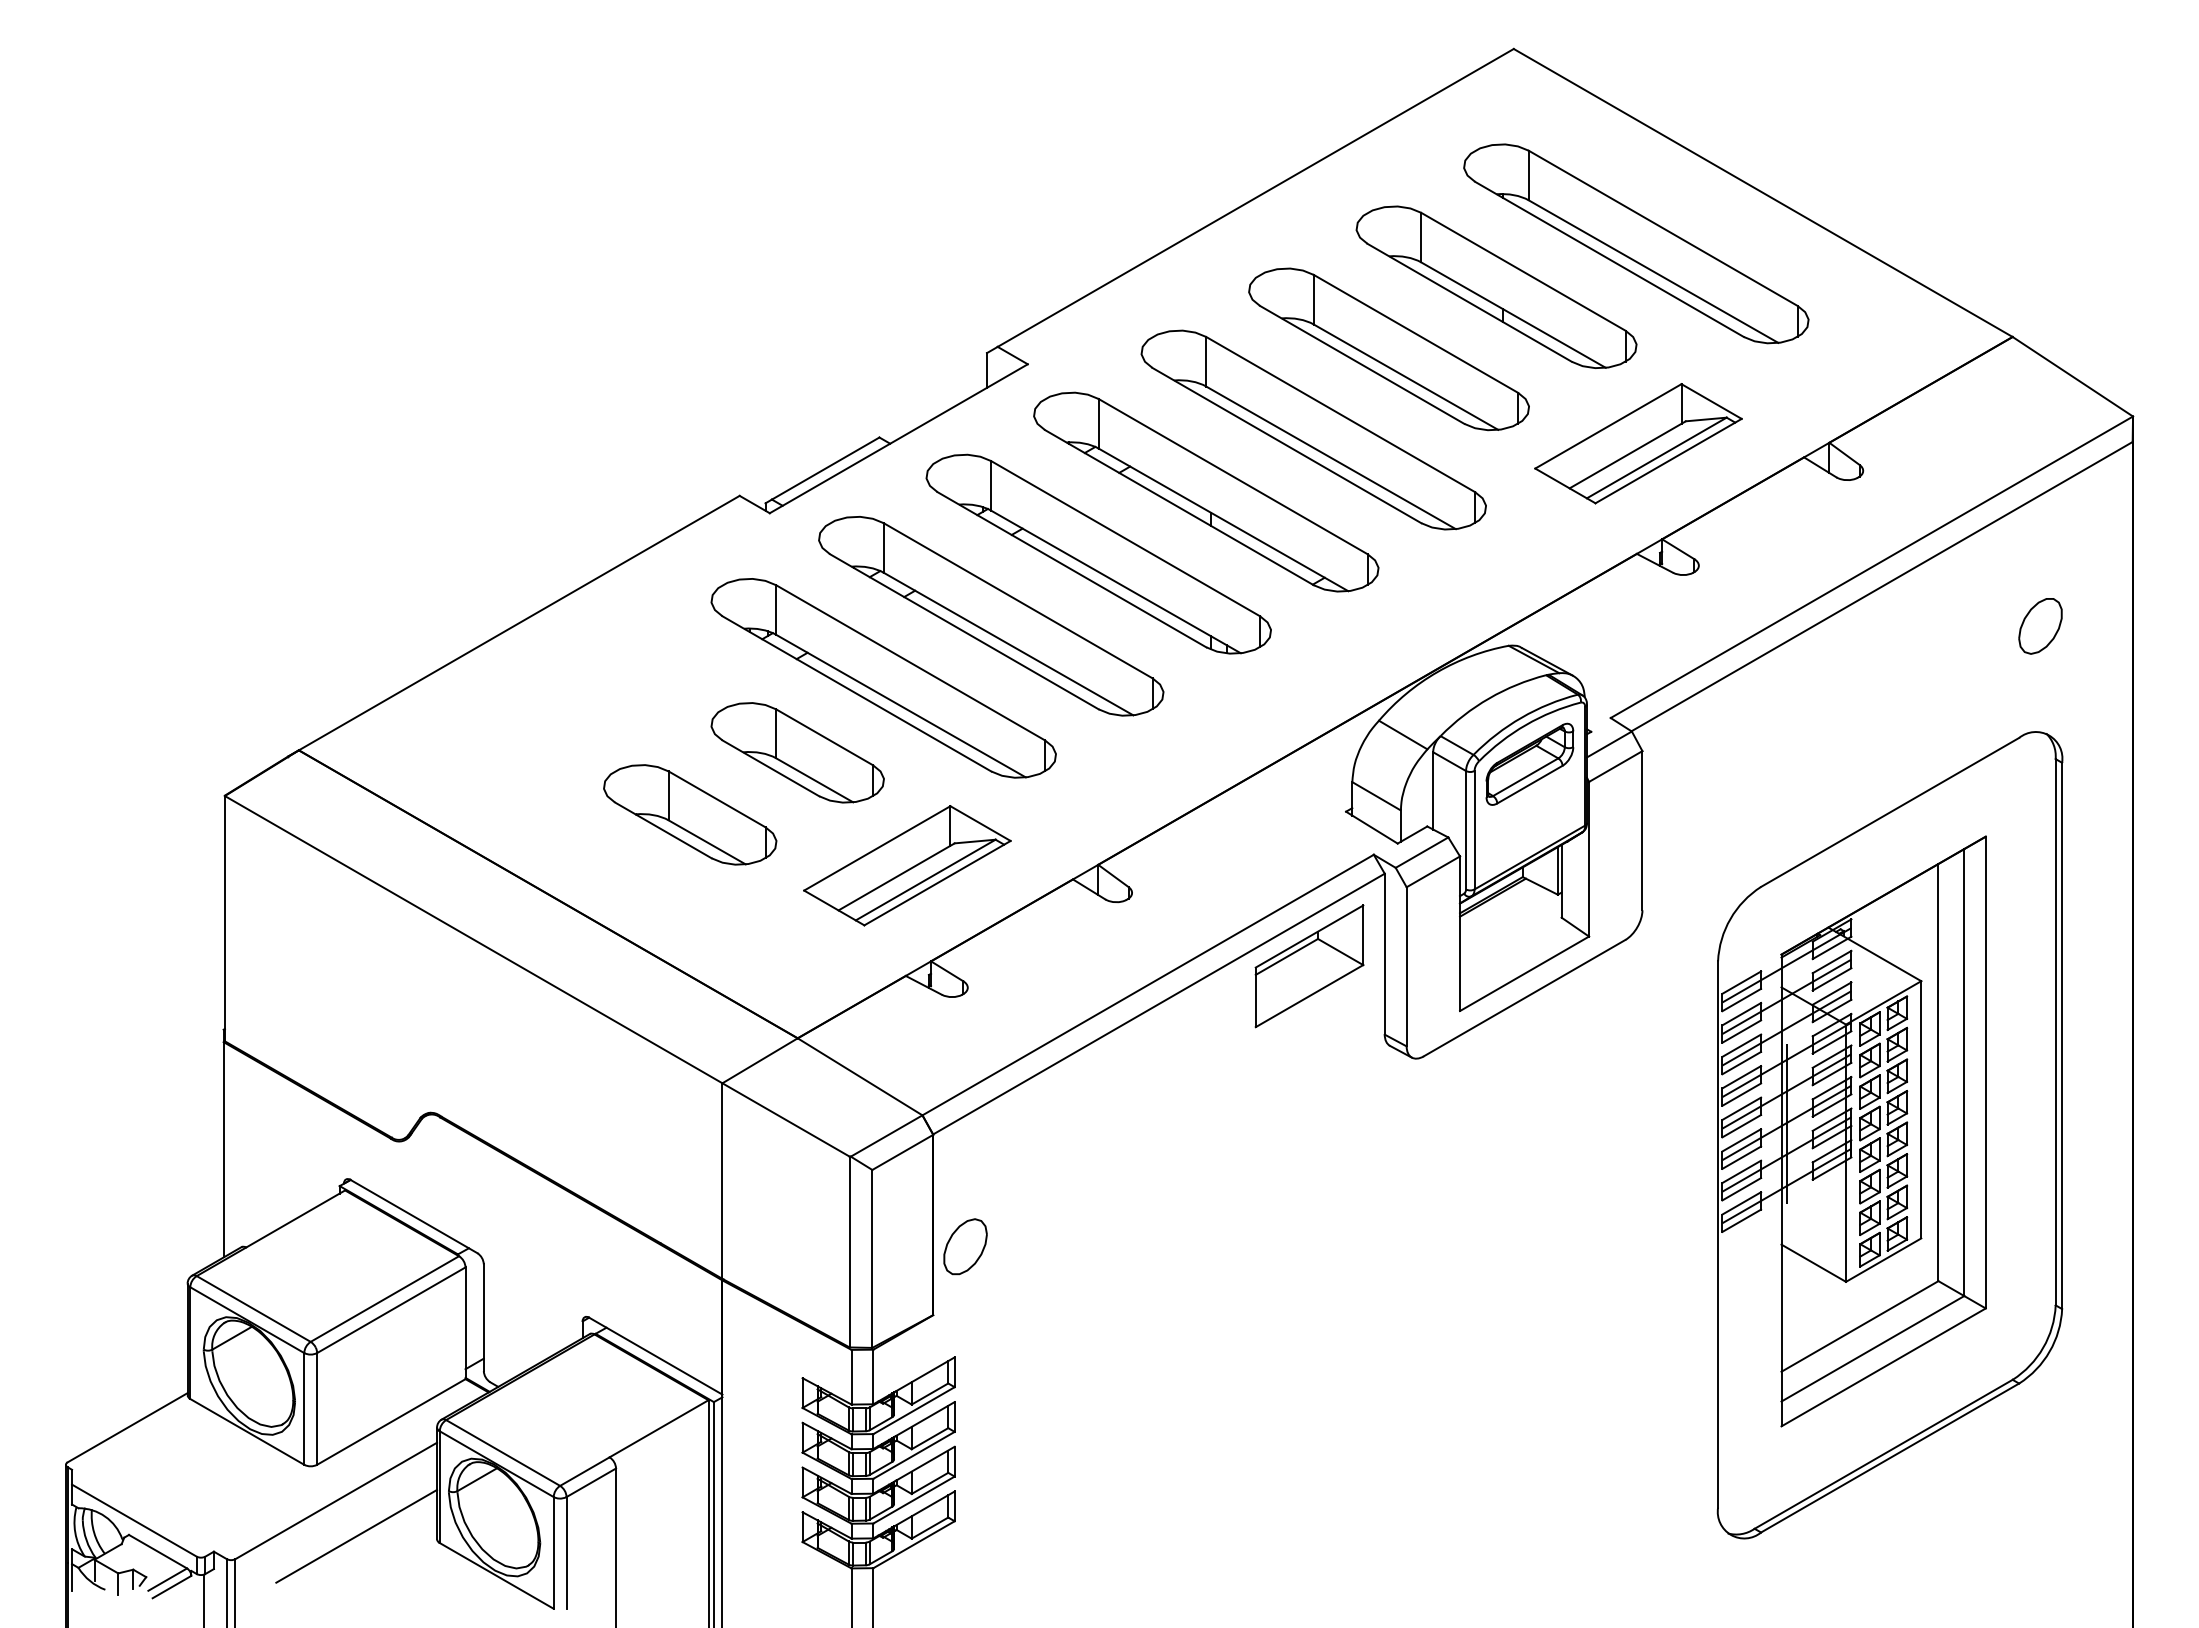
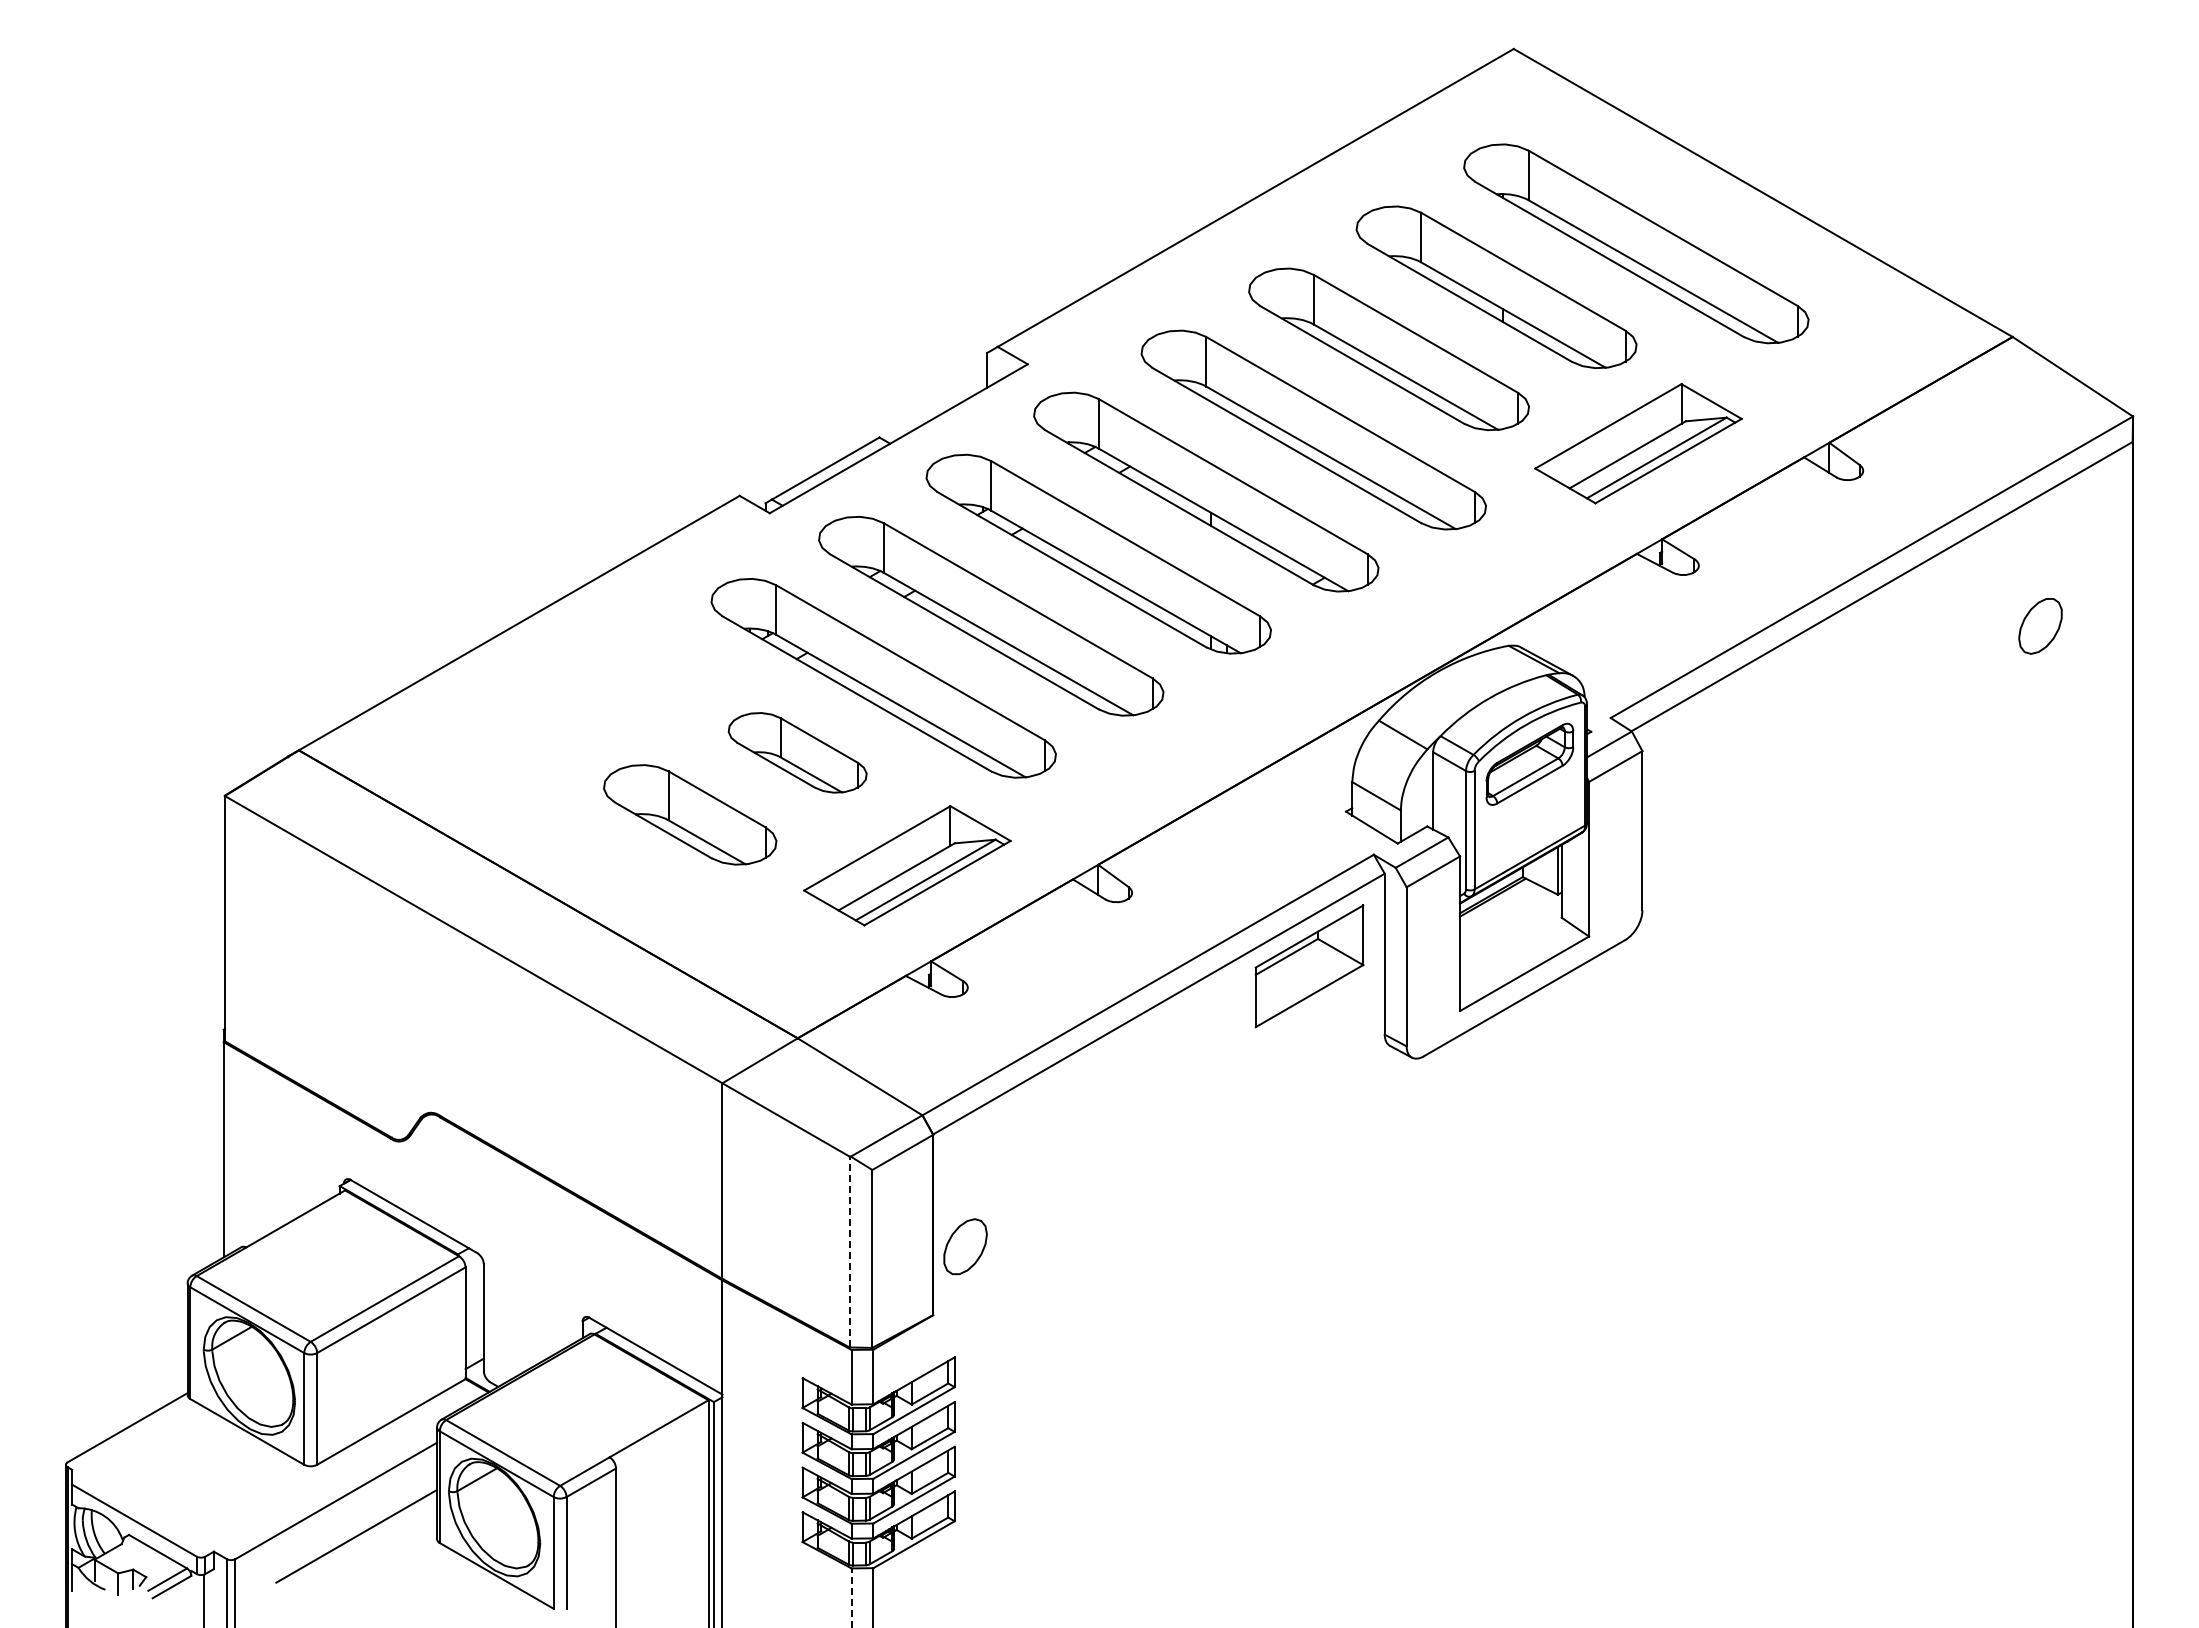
part at (797, 752) size: 175x102 px -> 141x82 px
part at (1889, 1135): present -> none
line at (849, 1251): solid -> dashed
line at (851, 1597): solid -> dashed
